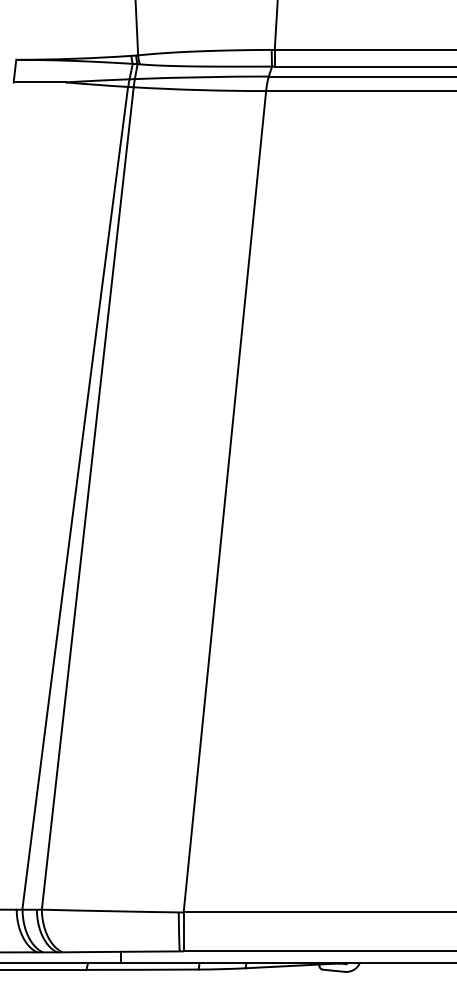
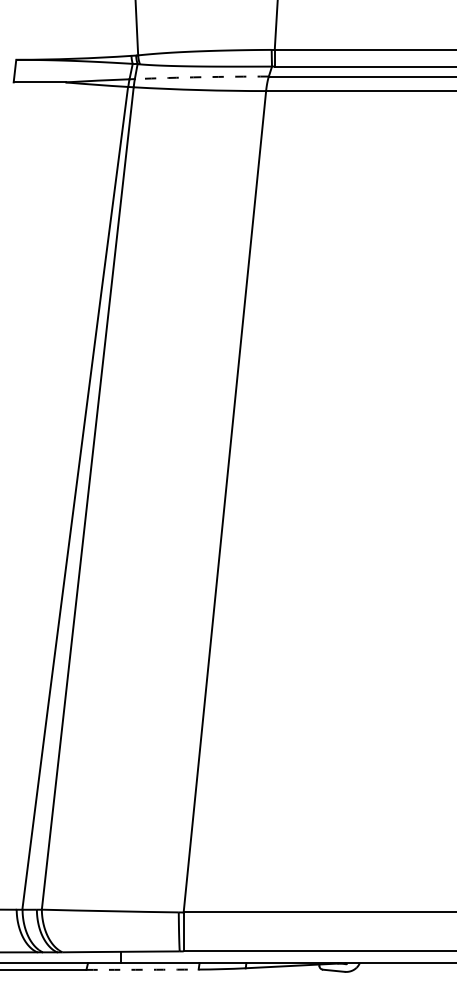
arc at (201, 77): solid -> dashed
arc at (142, 969): solid -> dashed
